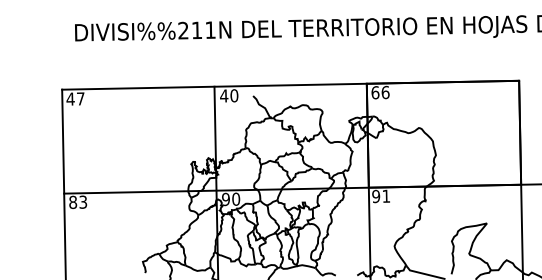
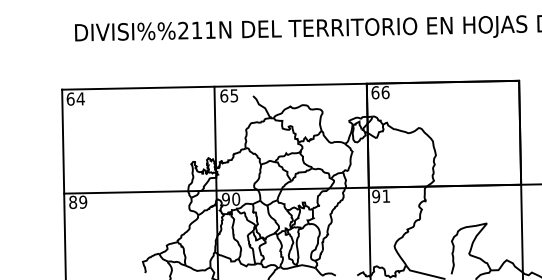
text at (229, 95): 40 -> 65
text at (75, 98): 47 -> 64
text at (83, 201): 83 -> 89
